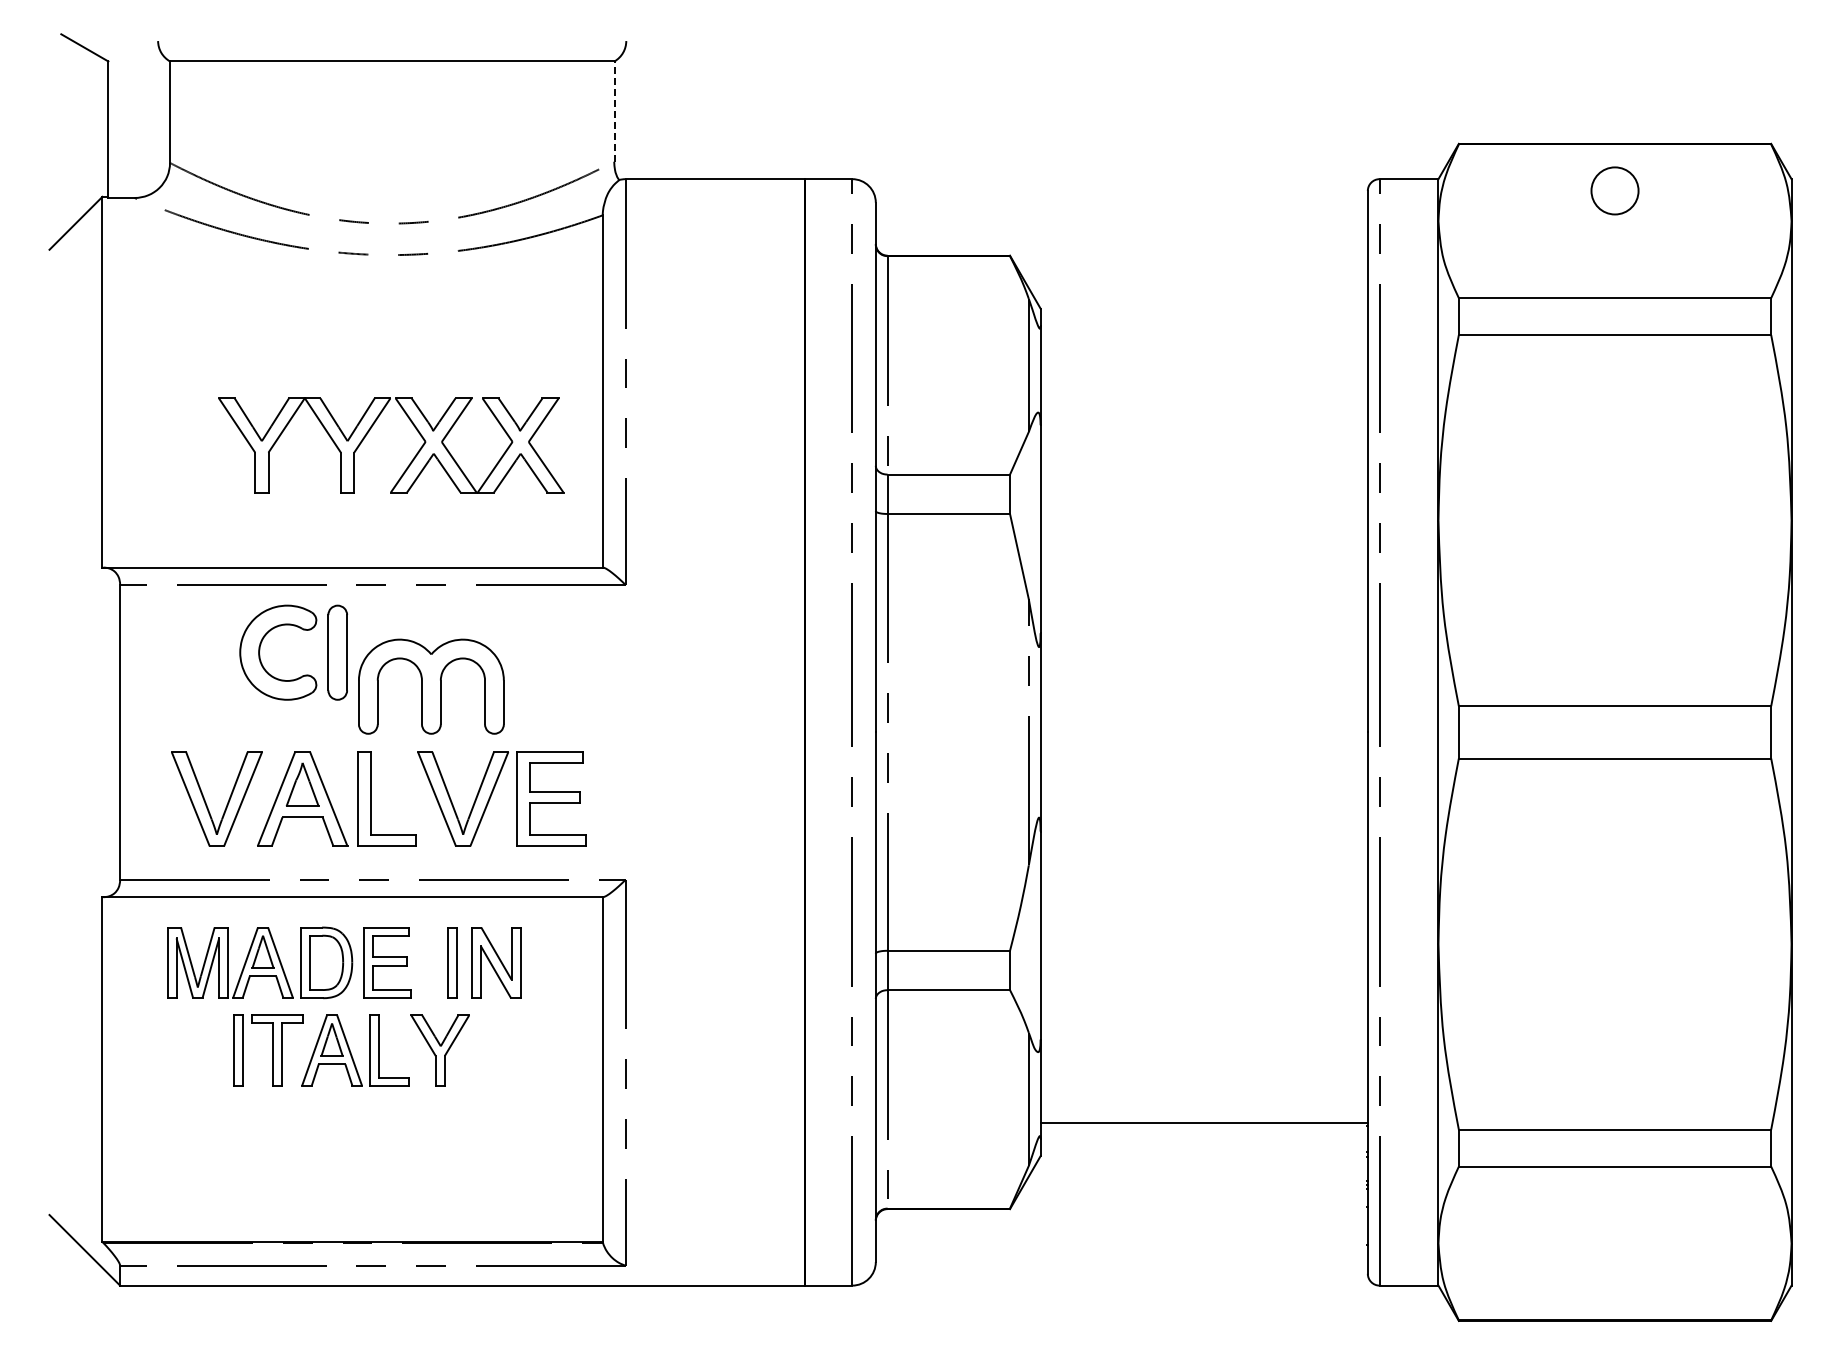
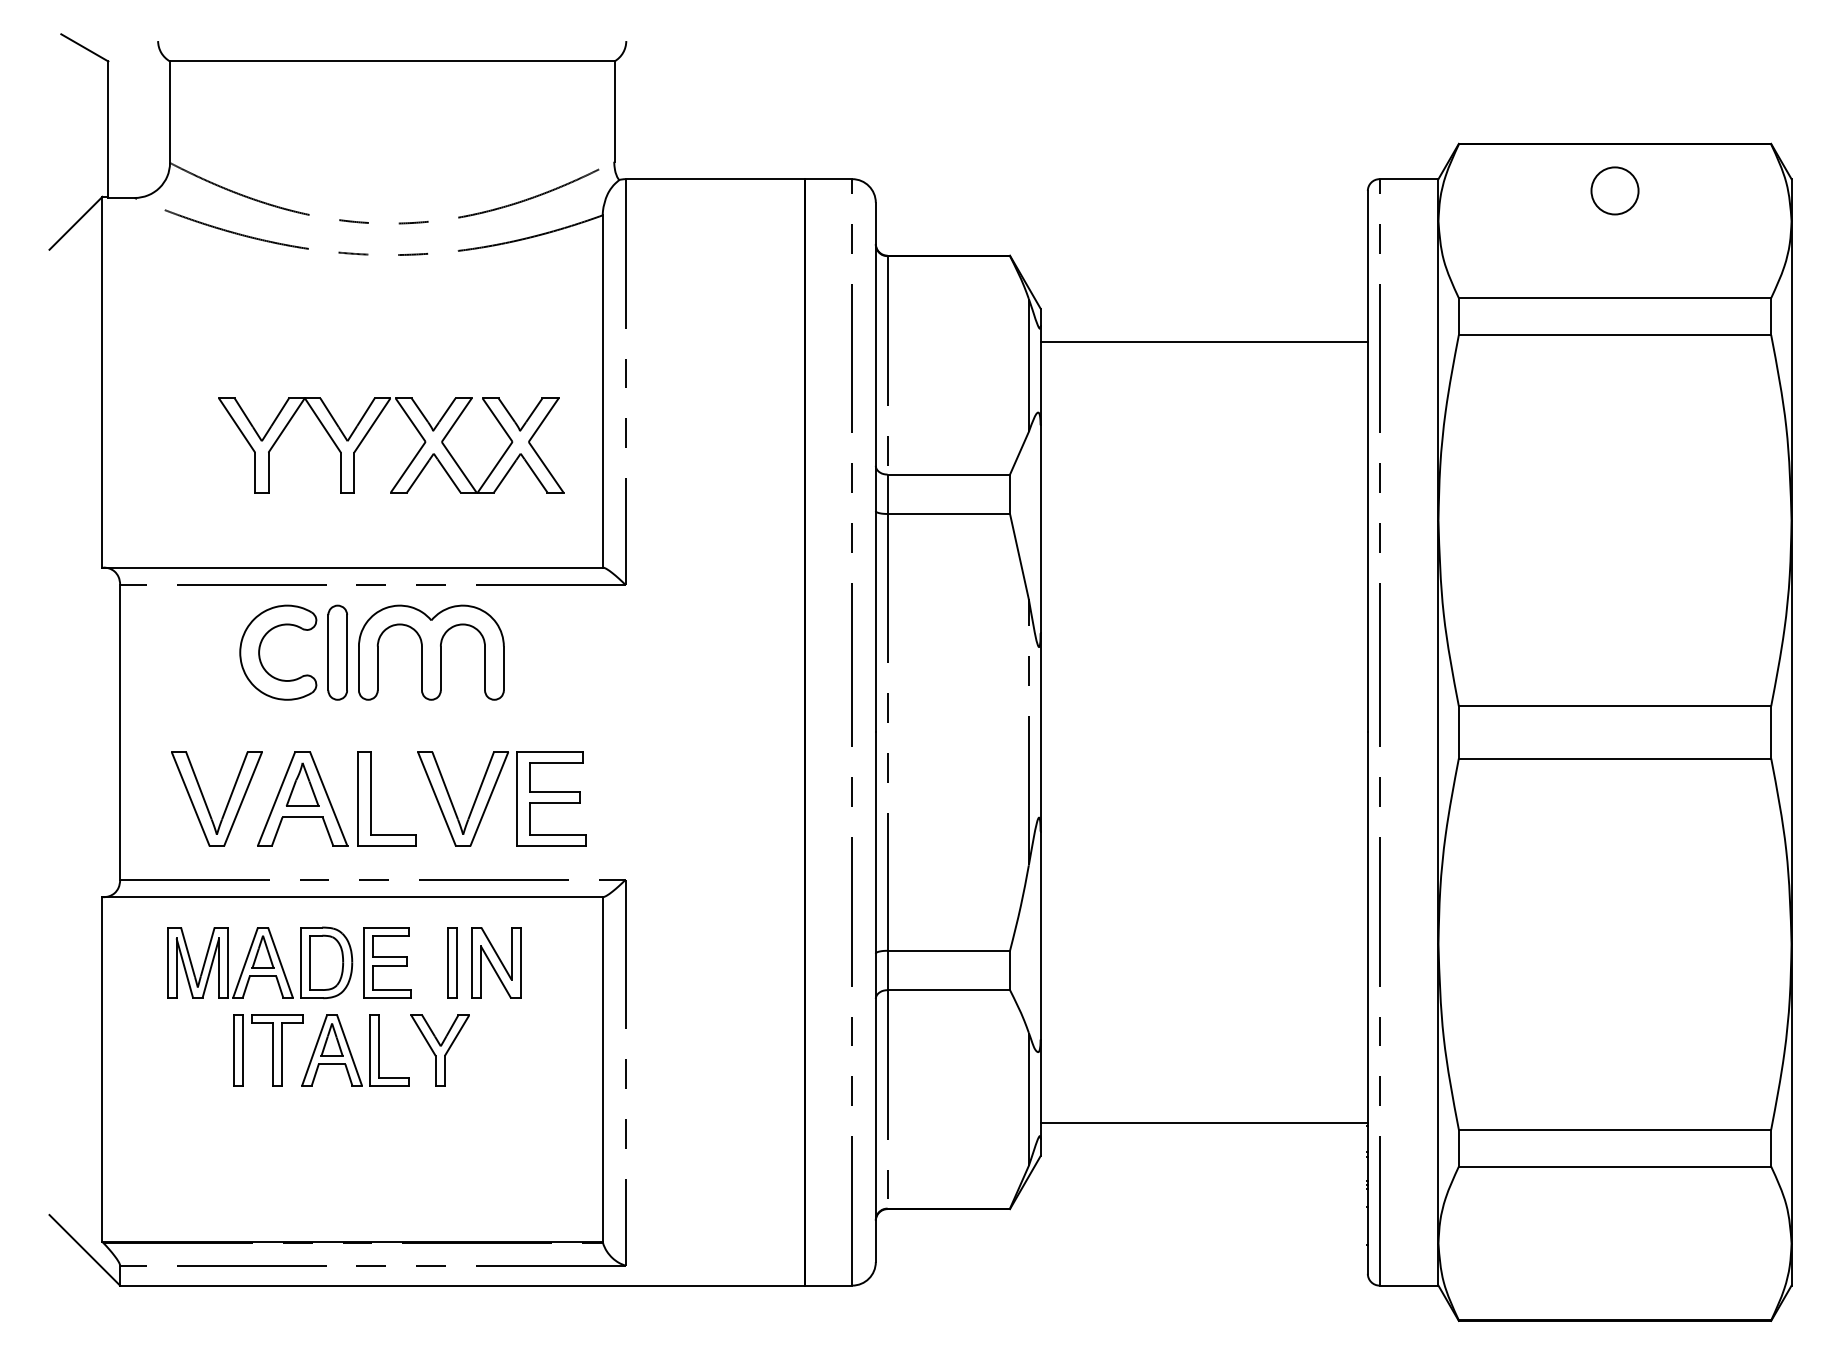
line at (614, 111): dashed -> solid
line at (1203, 341): none -> present
part at (431, 686) position: (431, 686) -> (431, 652)
